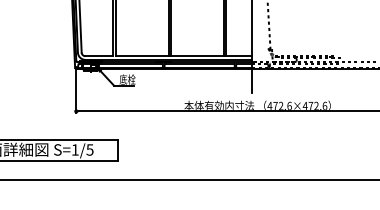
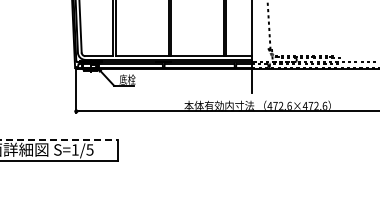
line at (58, 139): solid -> dashed
line at (189, 180): present -> none
